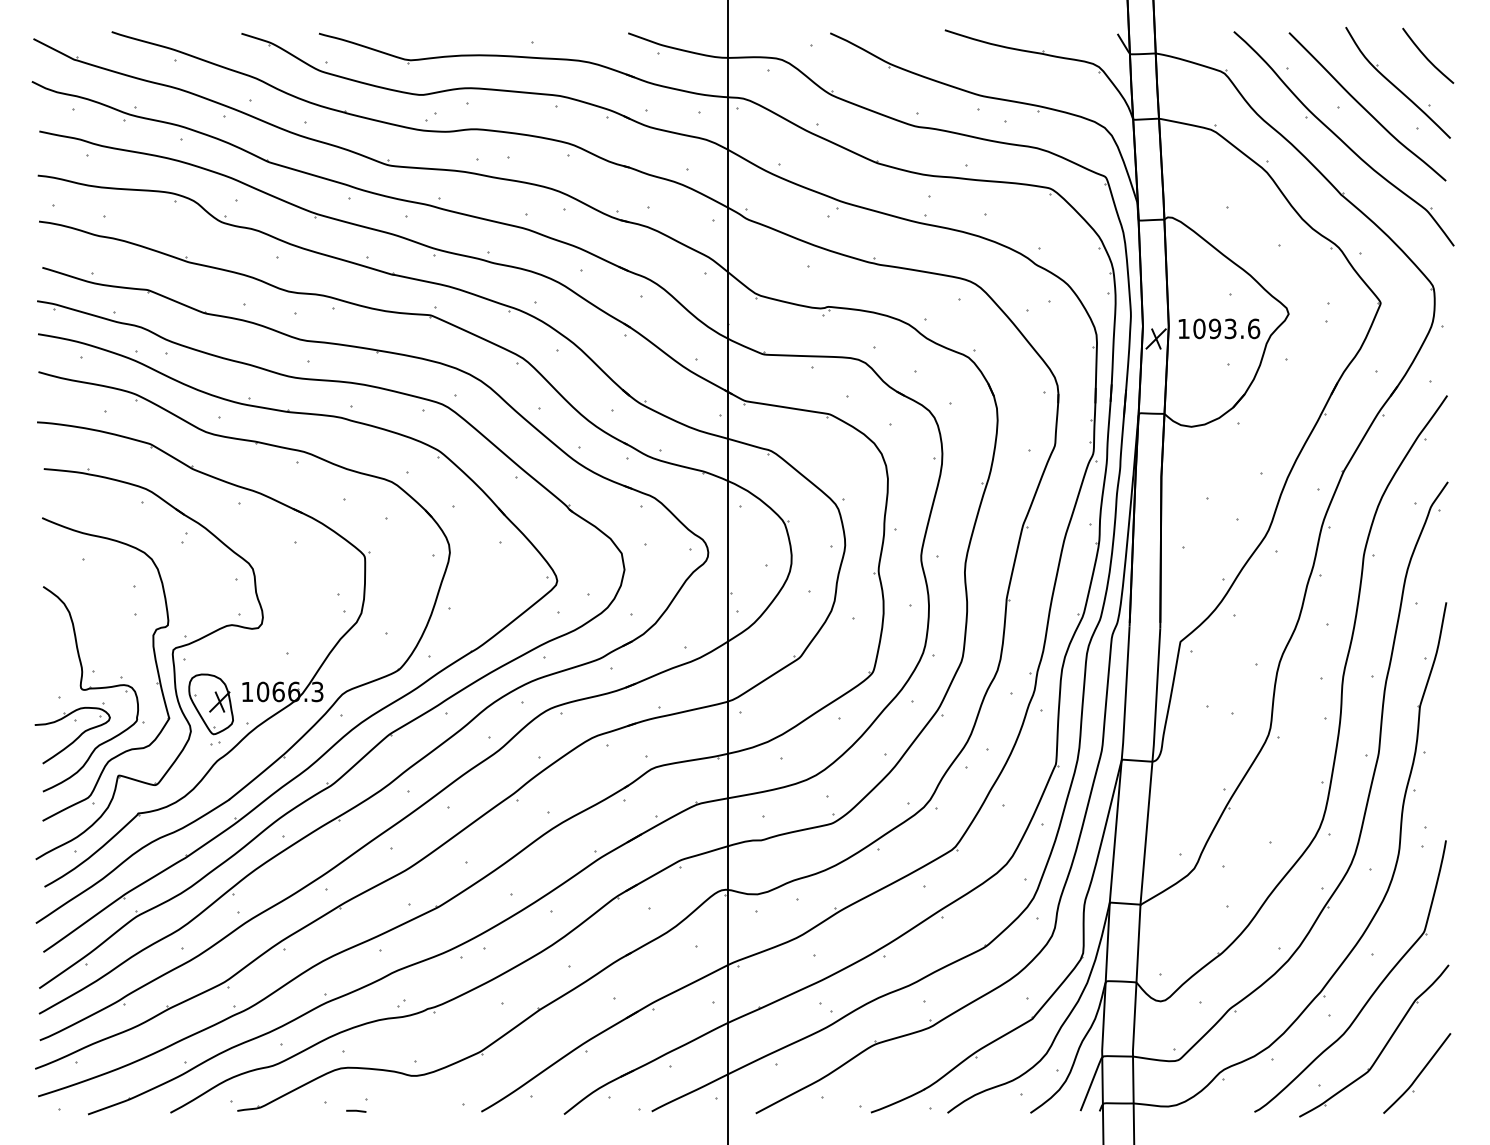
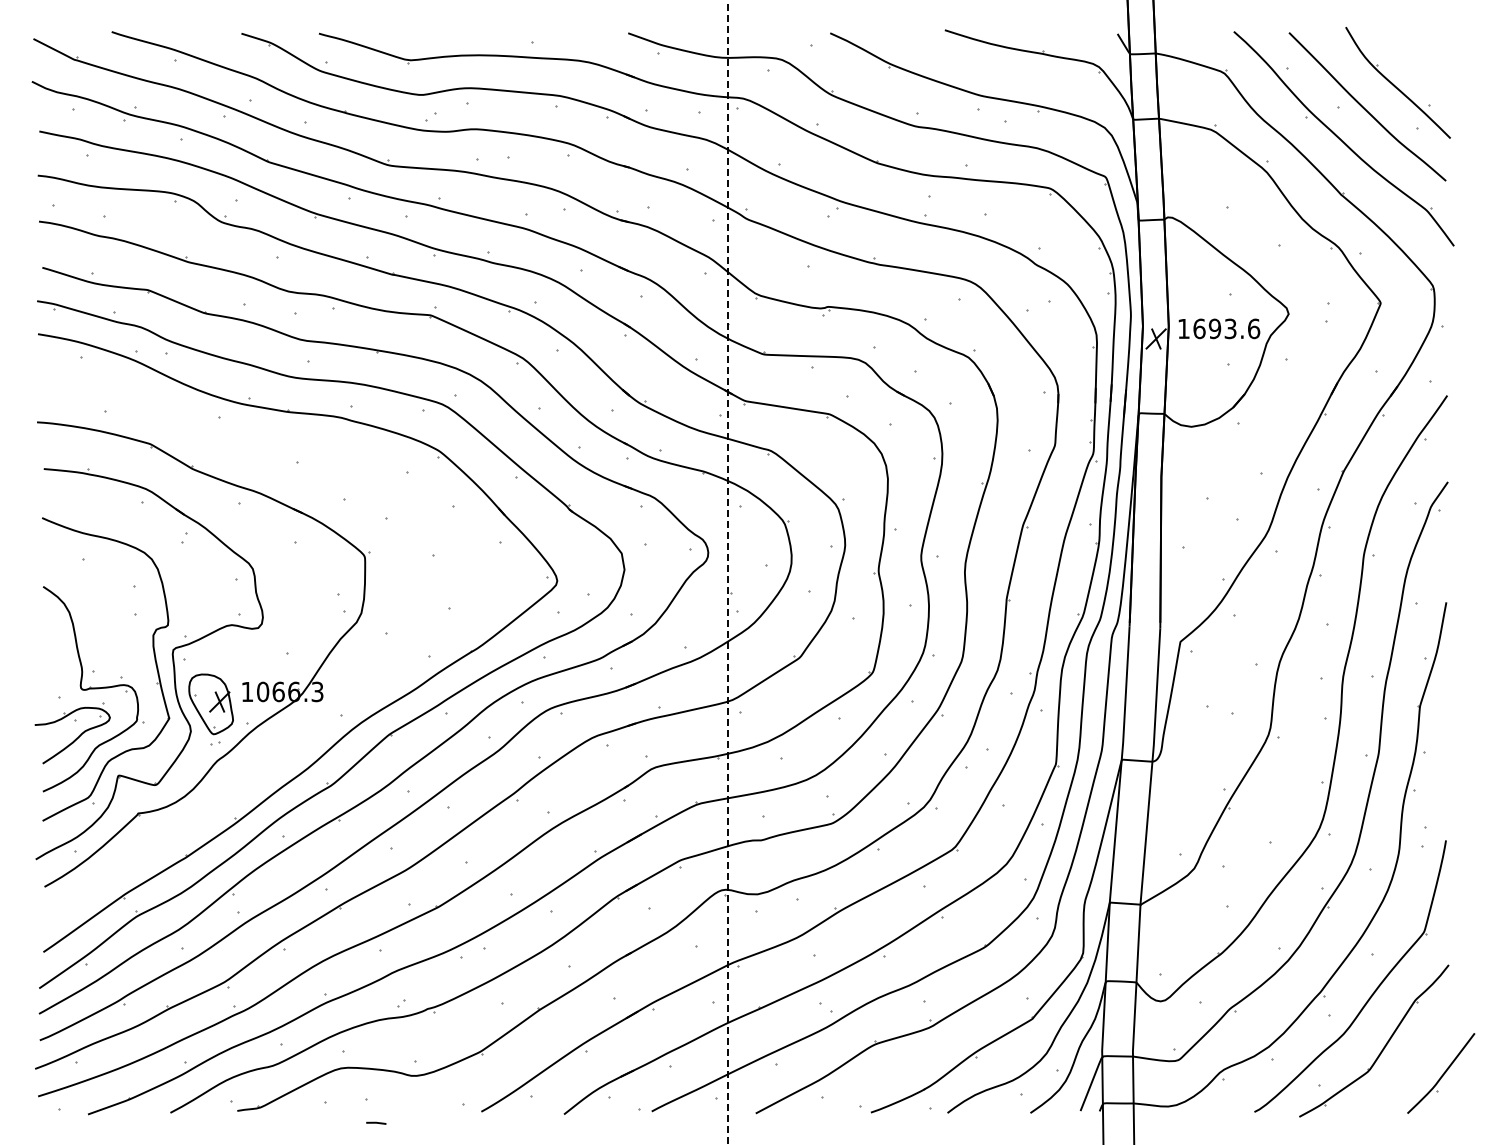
curve at (1426, 56): present -> none
text at (1199, 328): 1093.6 -> 1693.6
line at (728, 572): solid -> dashed
part at (316, 721): present -> none
part at (1417, 1073) position: (1417, 1073) -> (1441, 1073)
line at (356, 1110) position: (356, 1110) -> (376, 1122)
